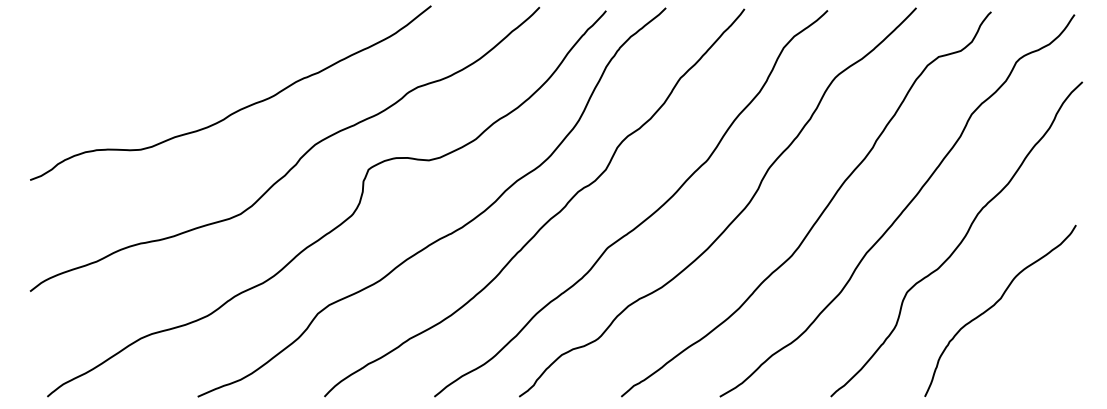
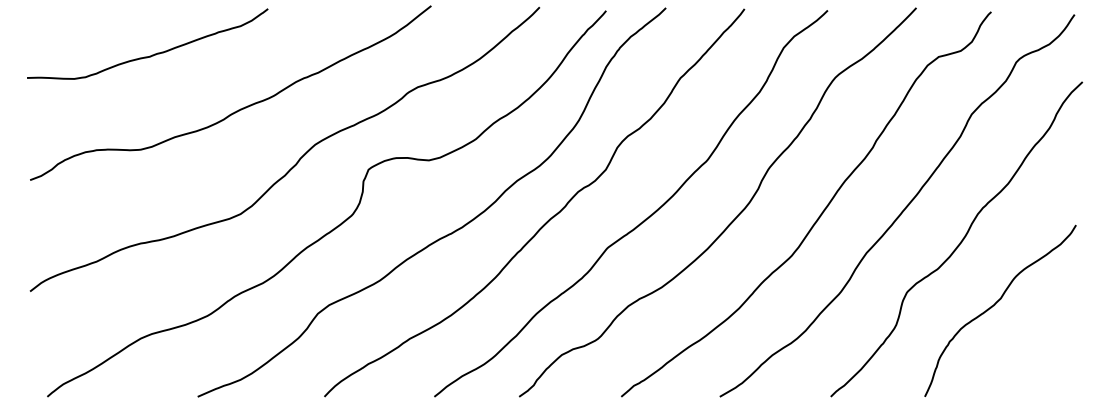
curve at (152, 54): none -> present
